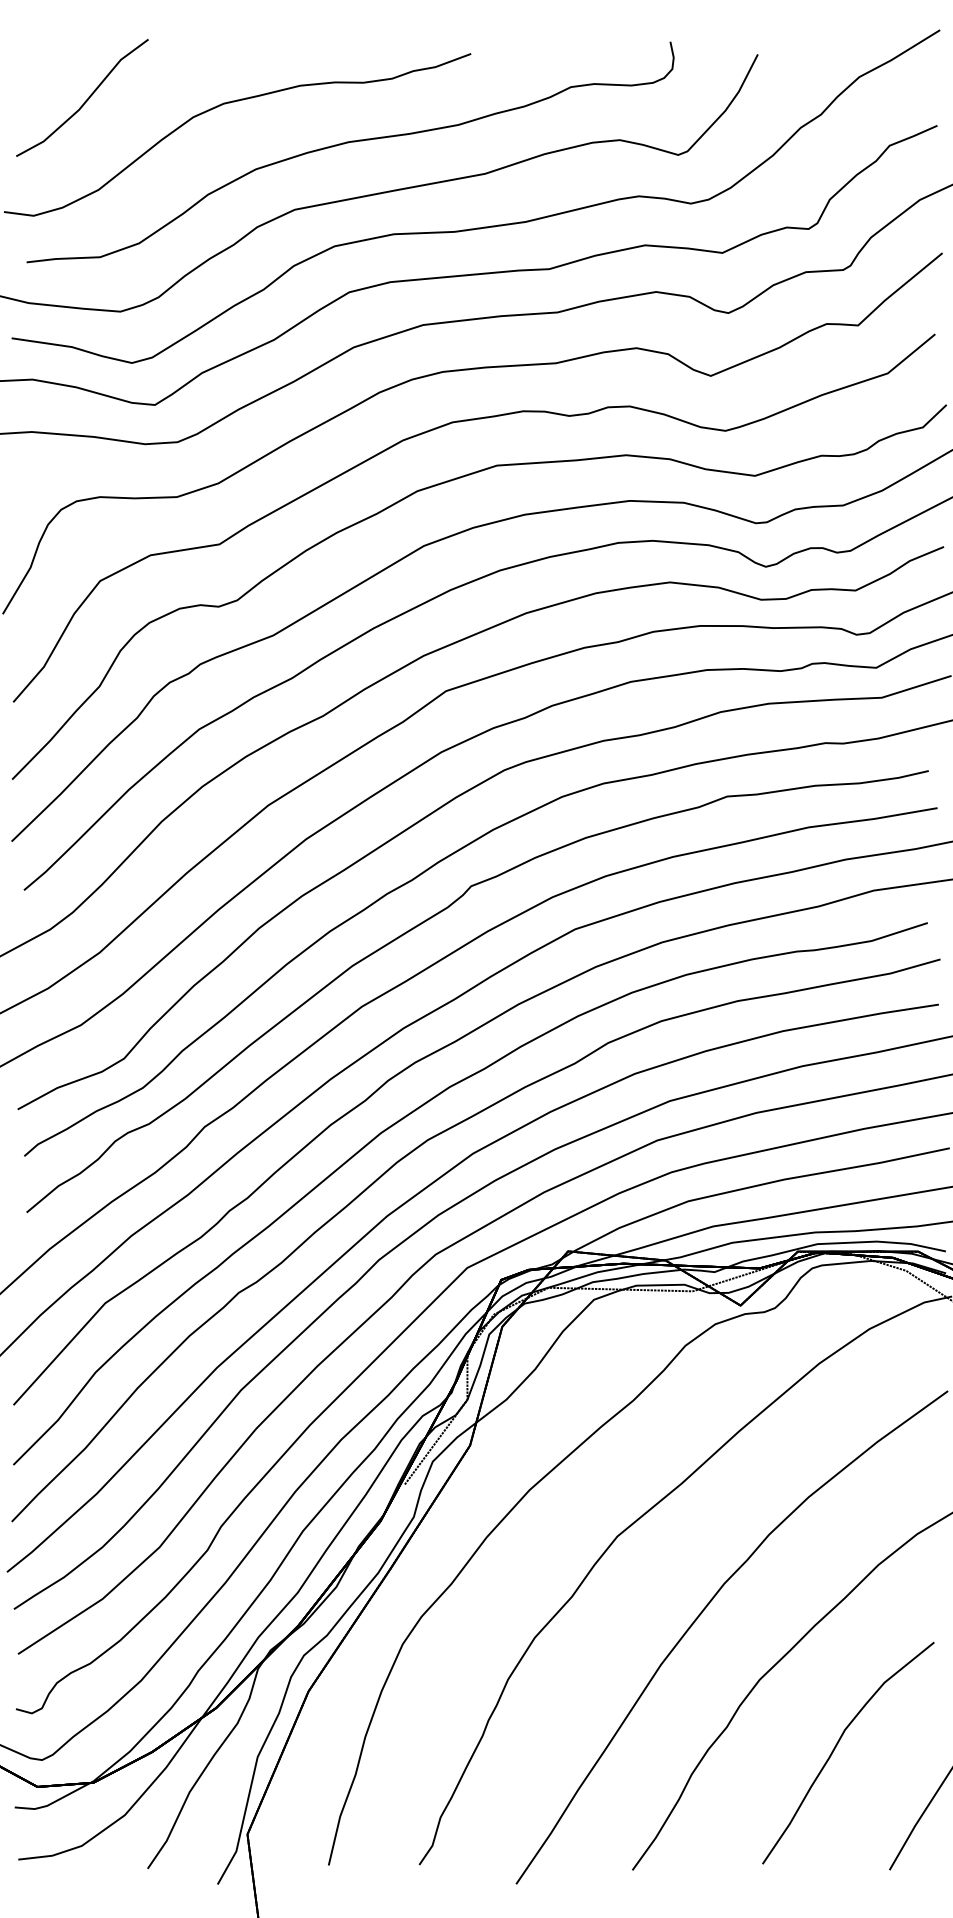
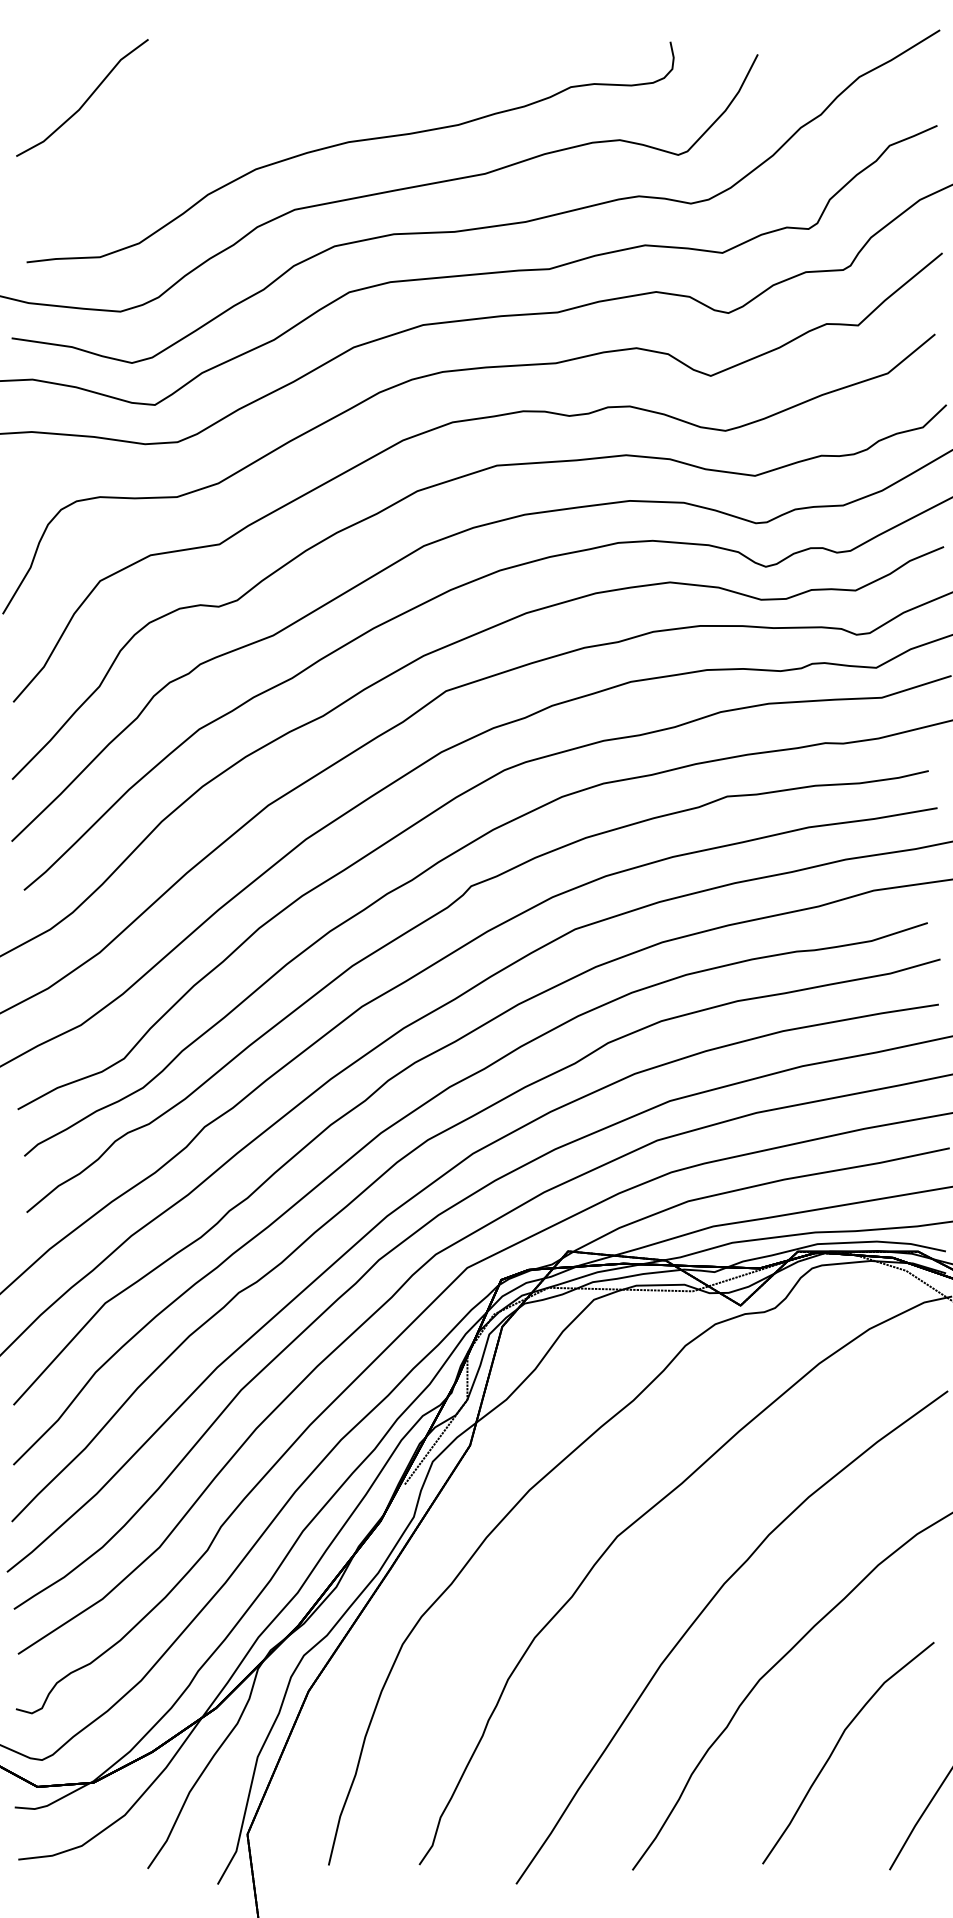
part at (230, 103): present -> none
